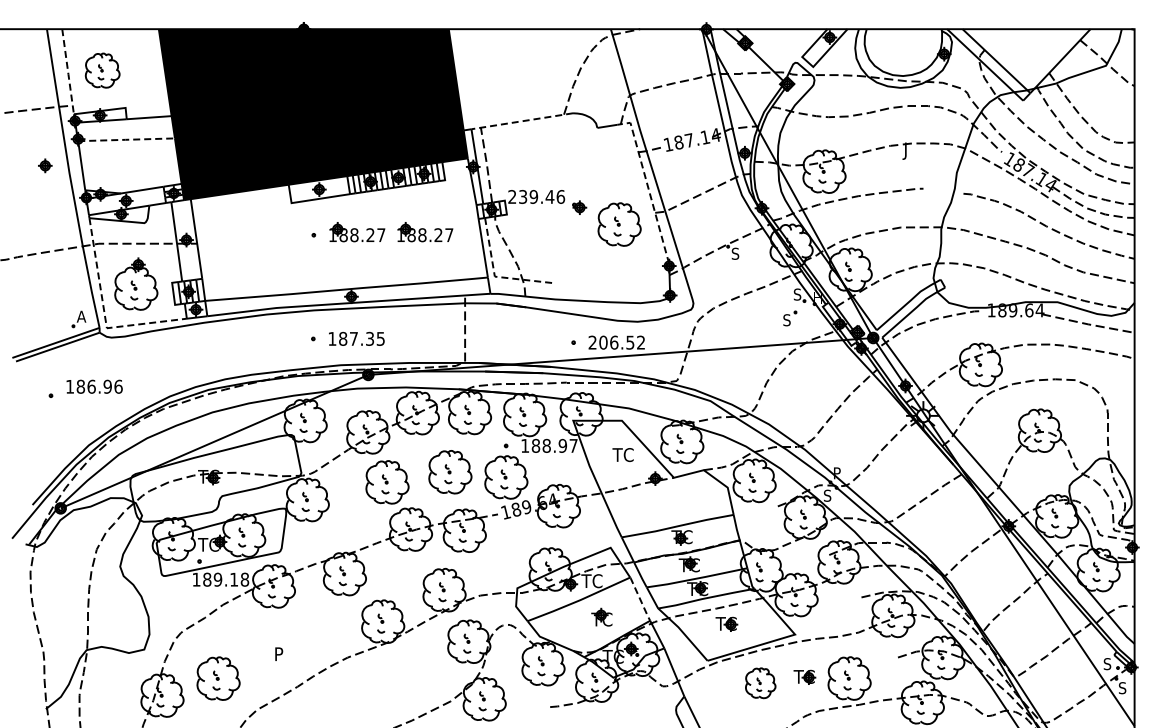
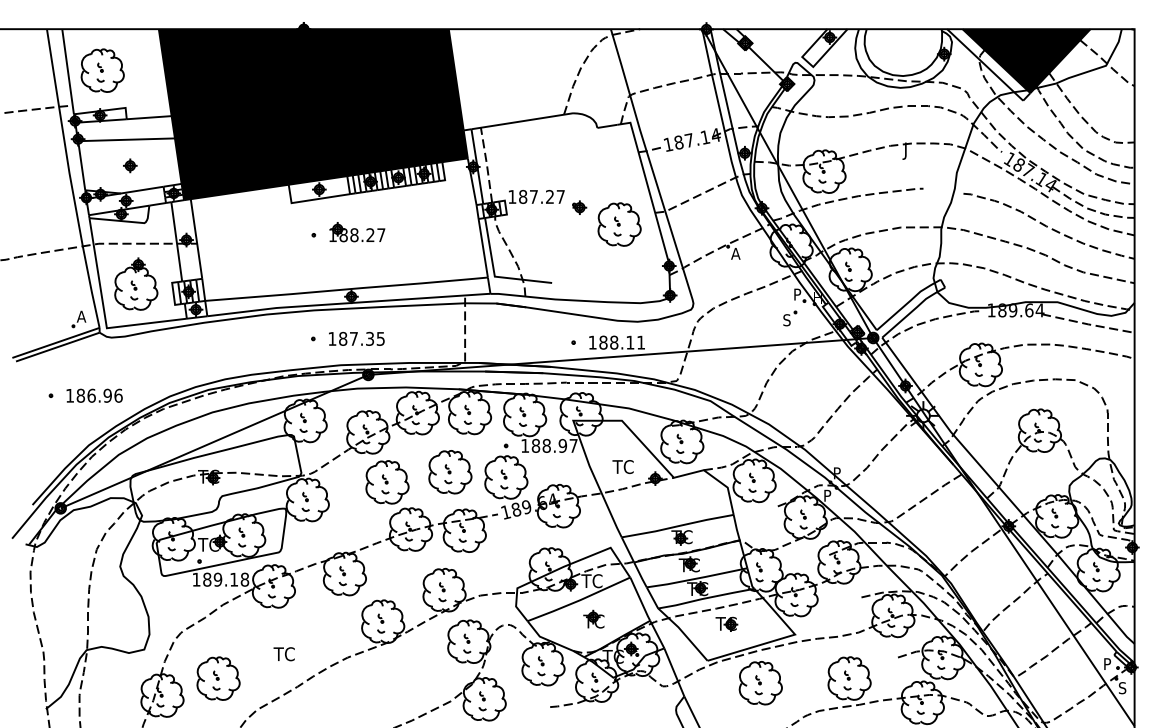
fill at (1026, 61): none -> present
part at (102, 70) size: 37x37 px -> 45x45 px
line at (68, 72): dashed -> solid
line at (521, 121): dashed -> solid
line at (126, 139): dashed -> solid
part at (45, 165) position: (45, 165) -> (130, 165)
line at (647, 186): dashed -> solid
text at (536, 196): 239.46 -> 187.27
part at (425, 232): present -> none
text at (735, 253): S -> A
line at (494, 276): dashed -> solid
text at (797, 294): S -> P
line at (104, 313): dashed -> solid
text at (616, 342): 206.52 -> 188.11
text at (94, 386) position: (94, 386) -> (94, 395)
text at (622, 454) position: (622, 454) -> (622, 466)
text at (827, 495): S -> P
line at (640, 599): dashed -> solid
part at (601, 616) position: (601, 616) -> (593, 618)
text at (283, 654): P -> TC
text at (1107, 664): S -> P
part at (804, 676): present -> none
part at (760, 683) size: 32x33 px -> 45x45 px
